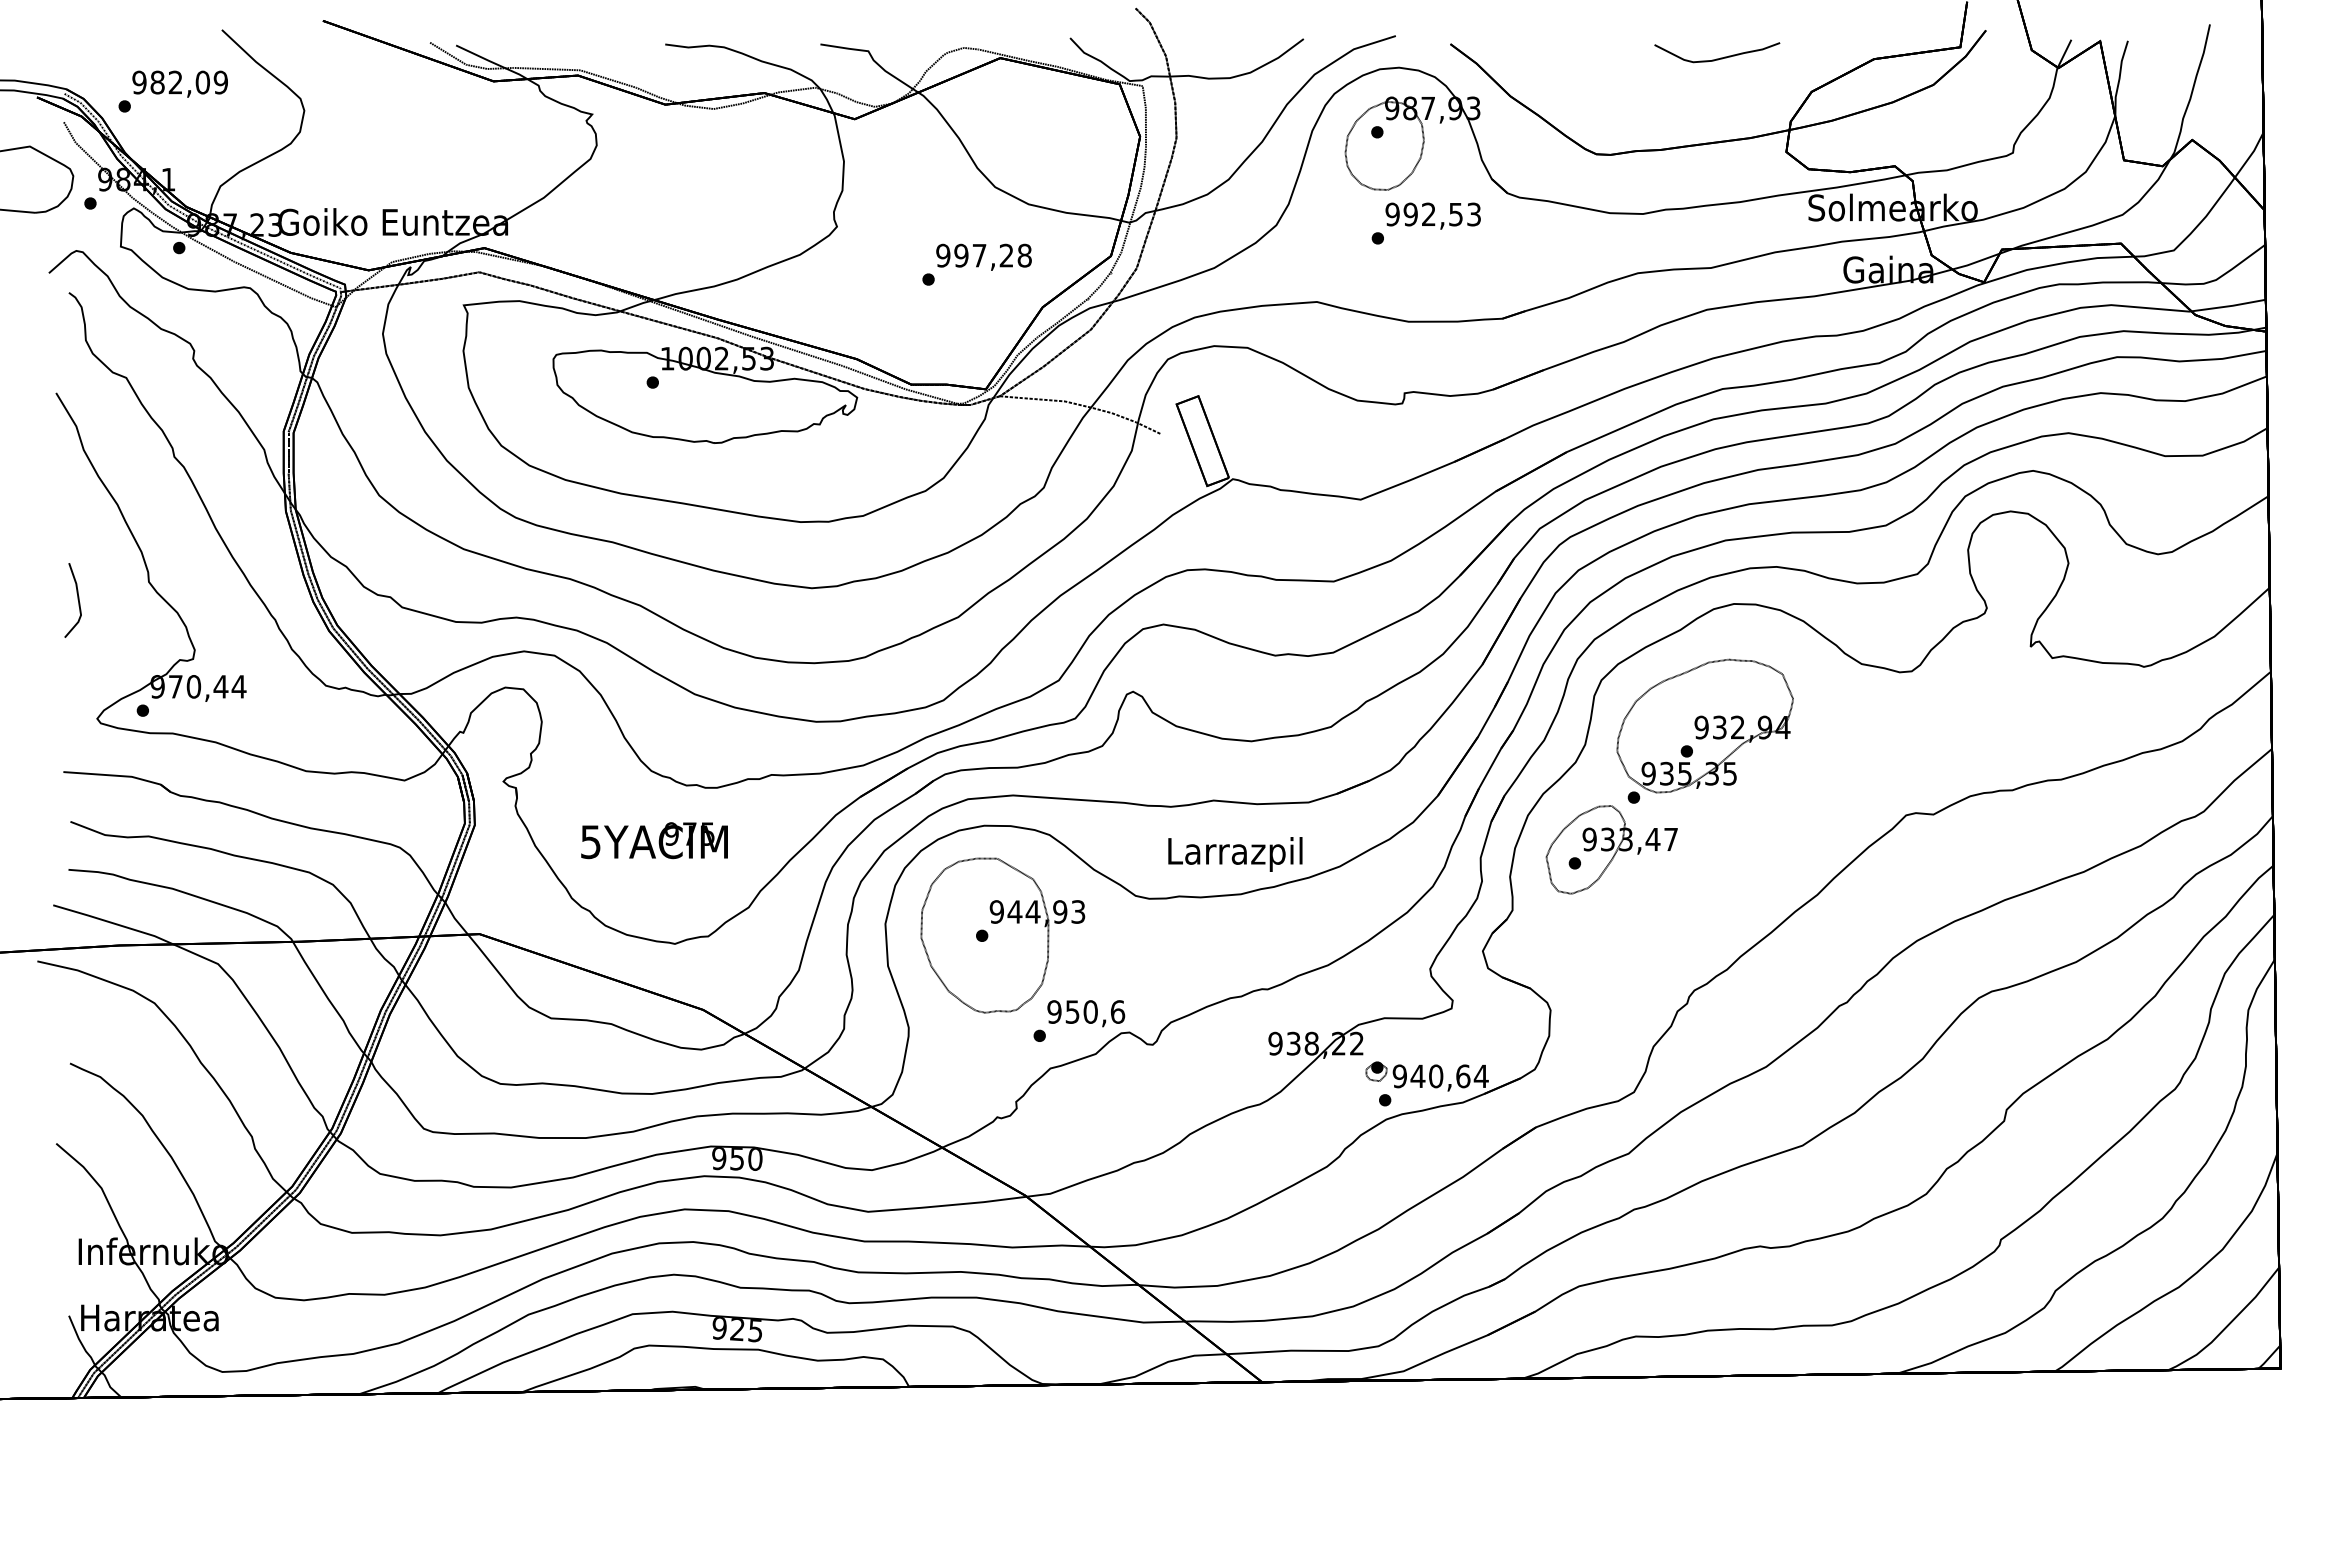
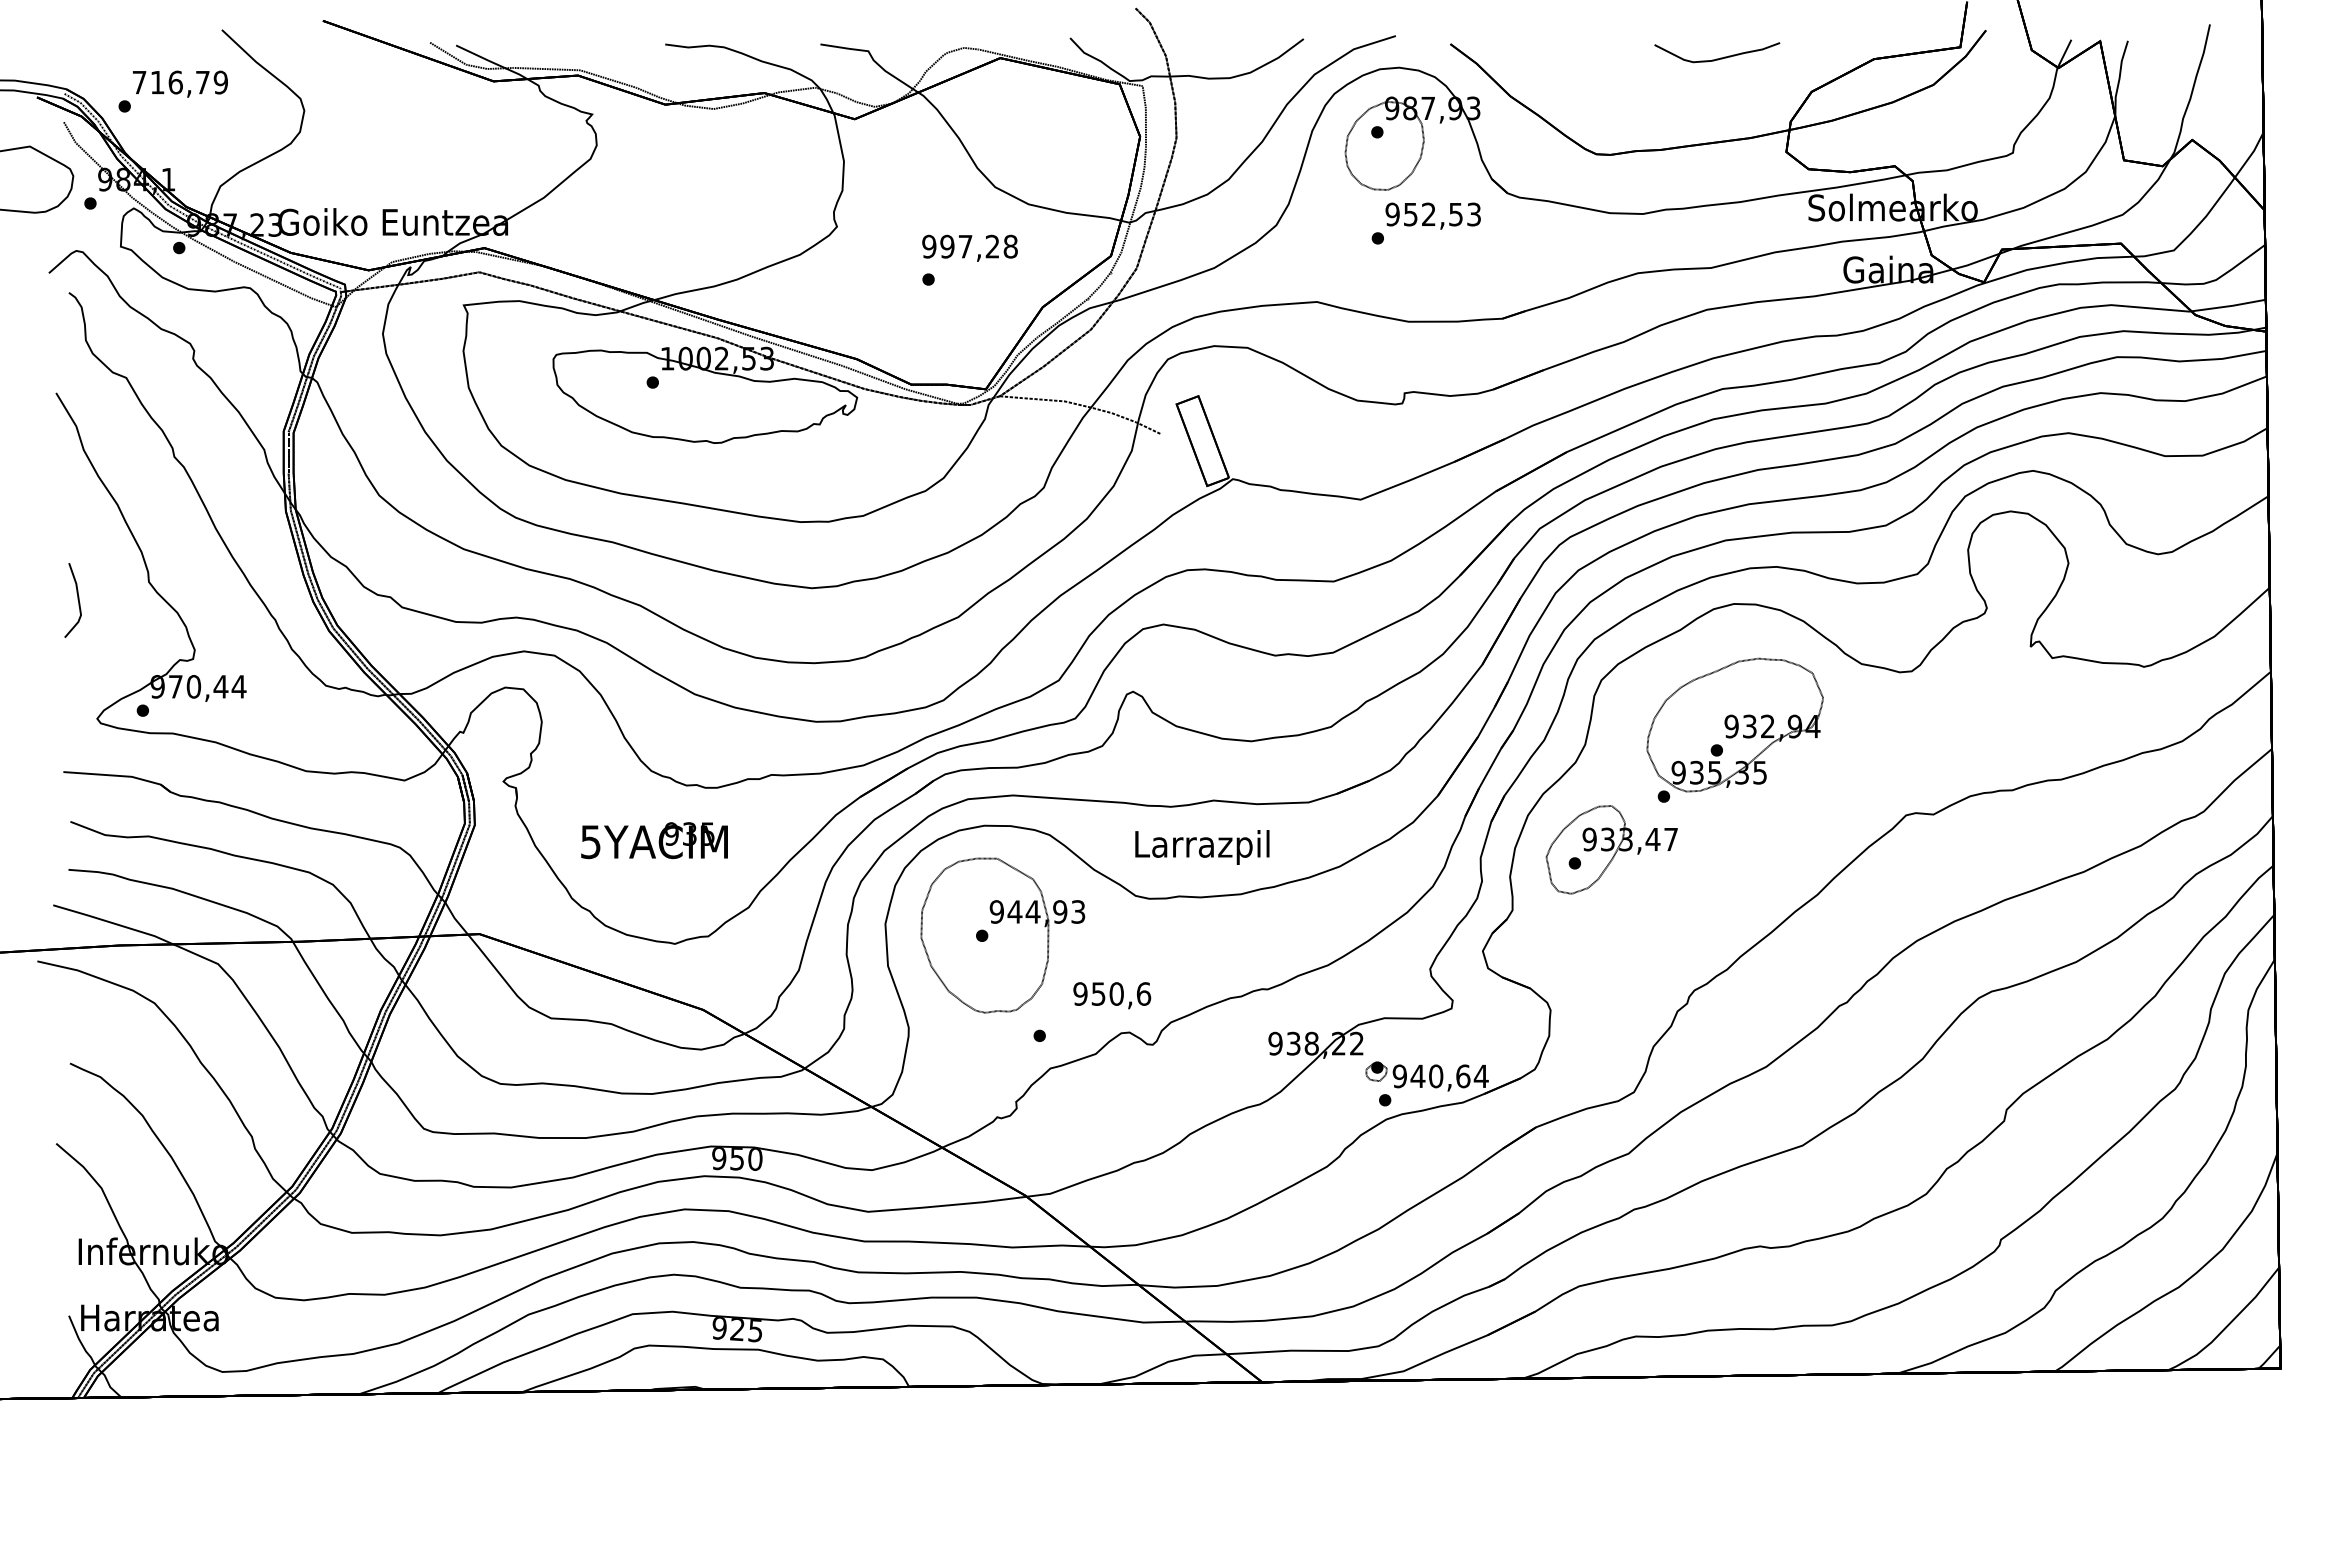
text at (170, 82): 982,09 -> 716,79
text at (1410, 214): 992,53 -> 952,53
text at (983, 256) position: (983, 256) -> (969, 247)
part at (1704, 730) position: (1704, 730) -> (1734, 729)
text at (689, 833): 975 -> 935
text at (1235, 854) position: (1235, 854) -> (1202, 847)
text at (1086, 1013) position: (1086, 1013) -> (1112, 995)
